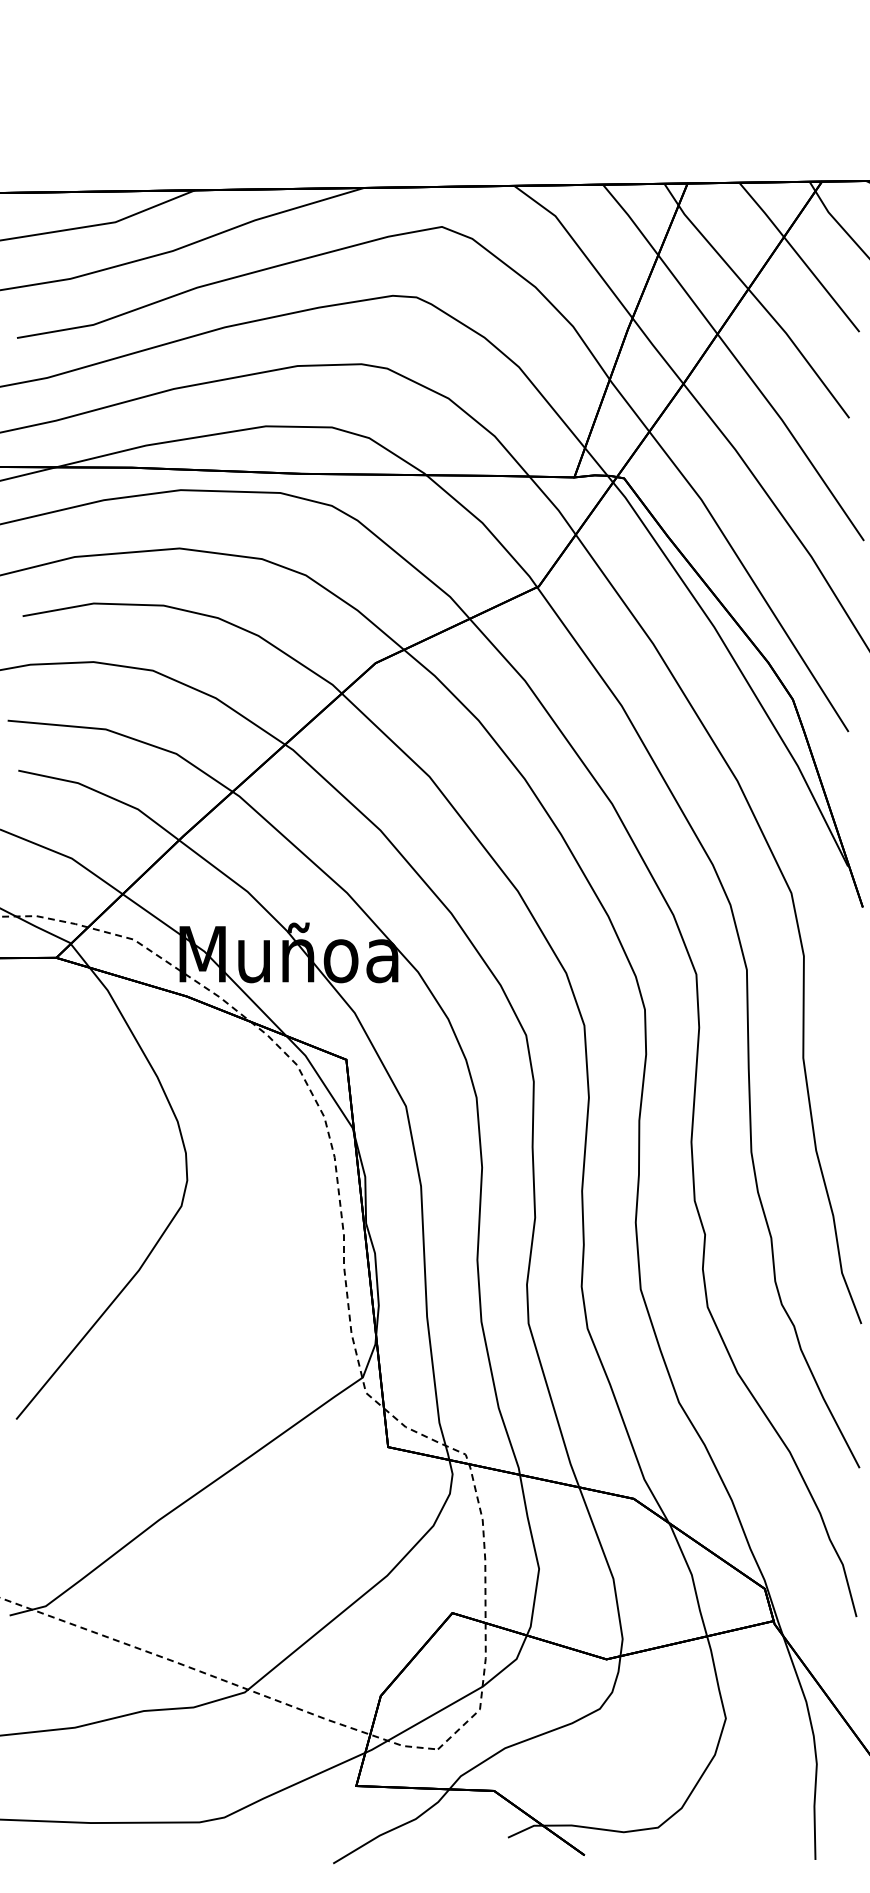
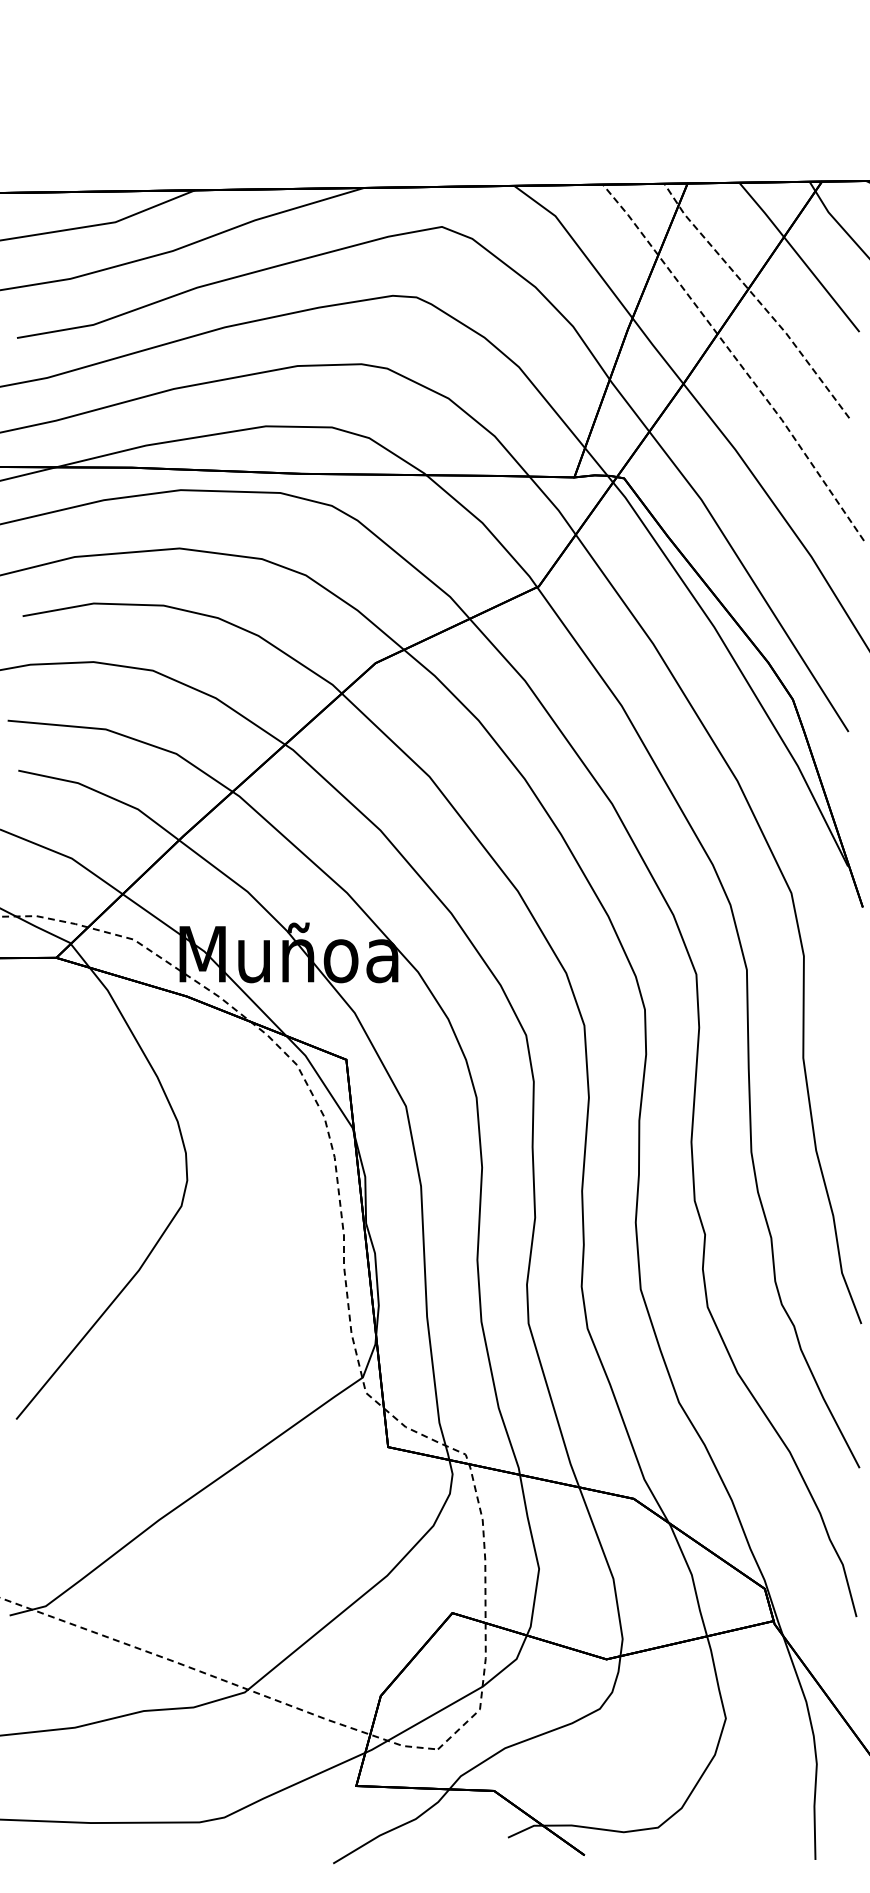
line at (757, 299): solid -> dashed
line at (737, 360): solid -> dashed
